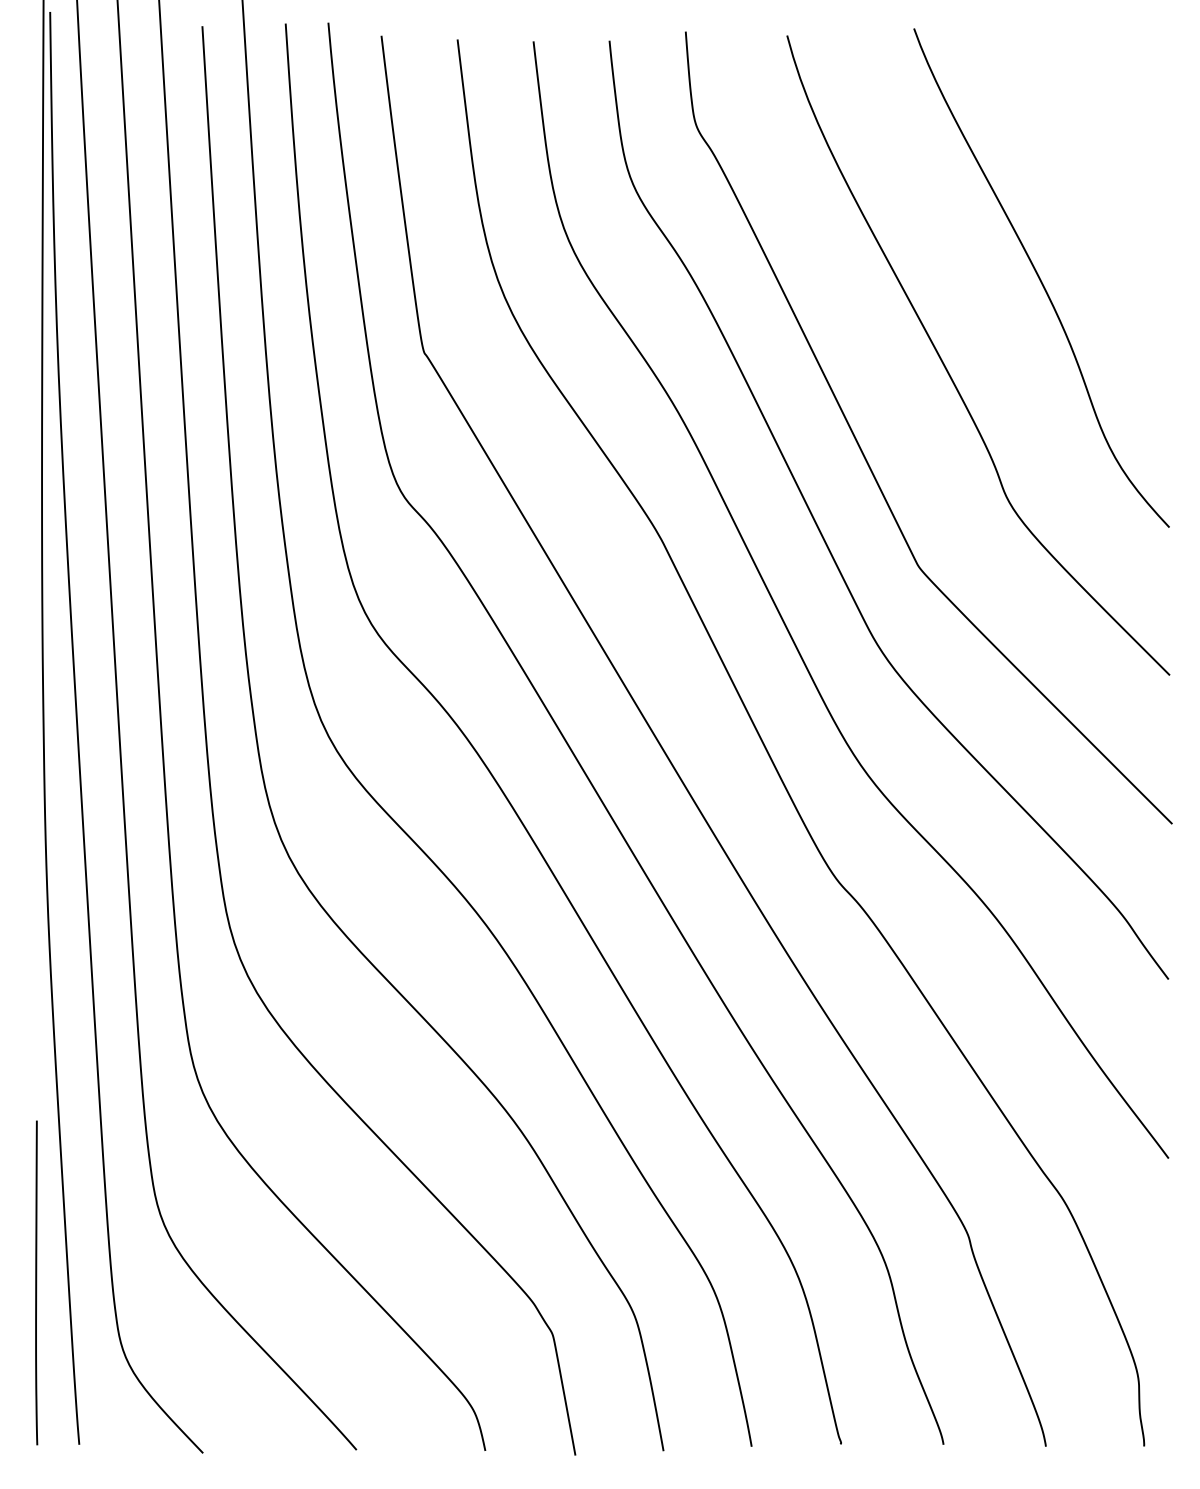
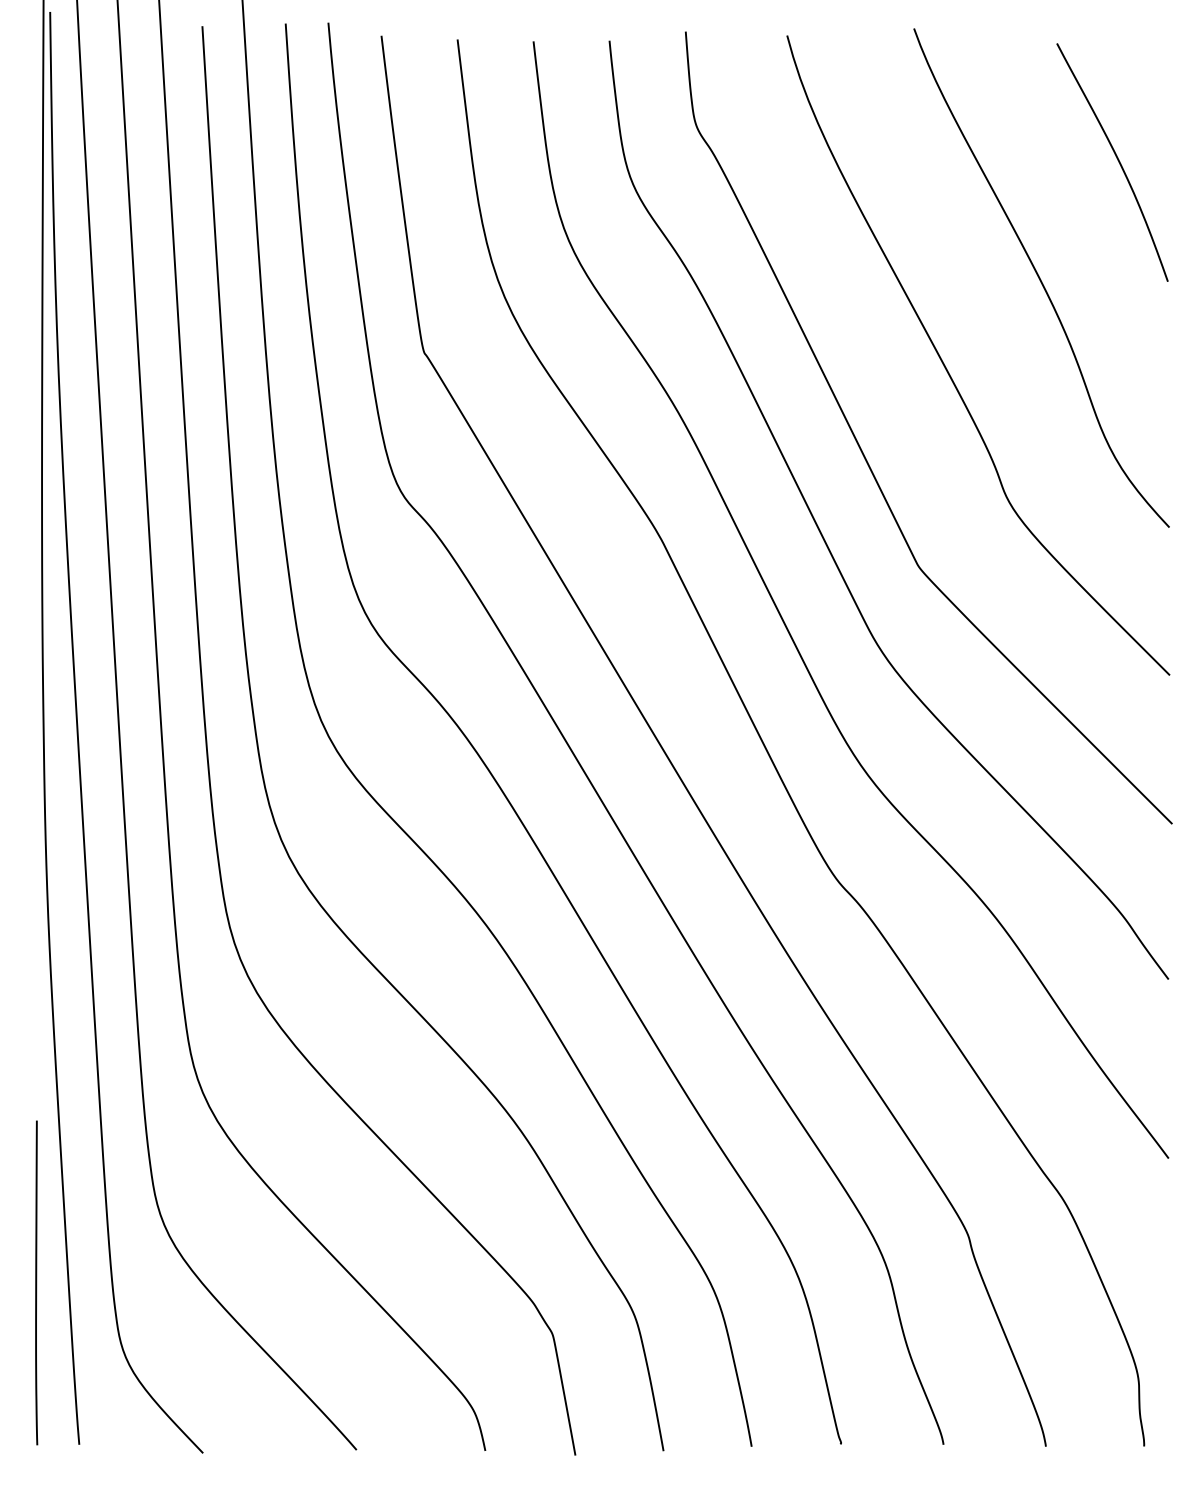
curve at (1117, 160): none -> present
